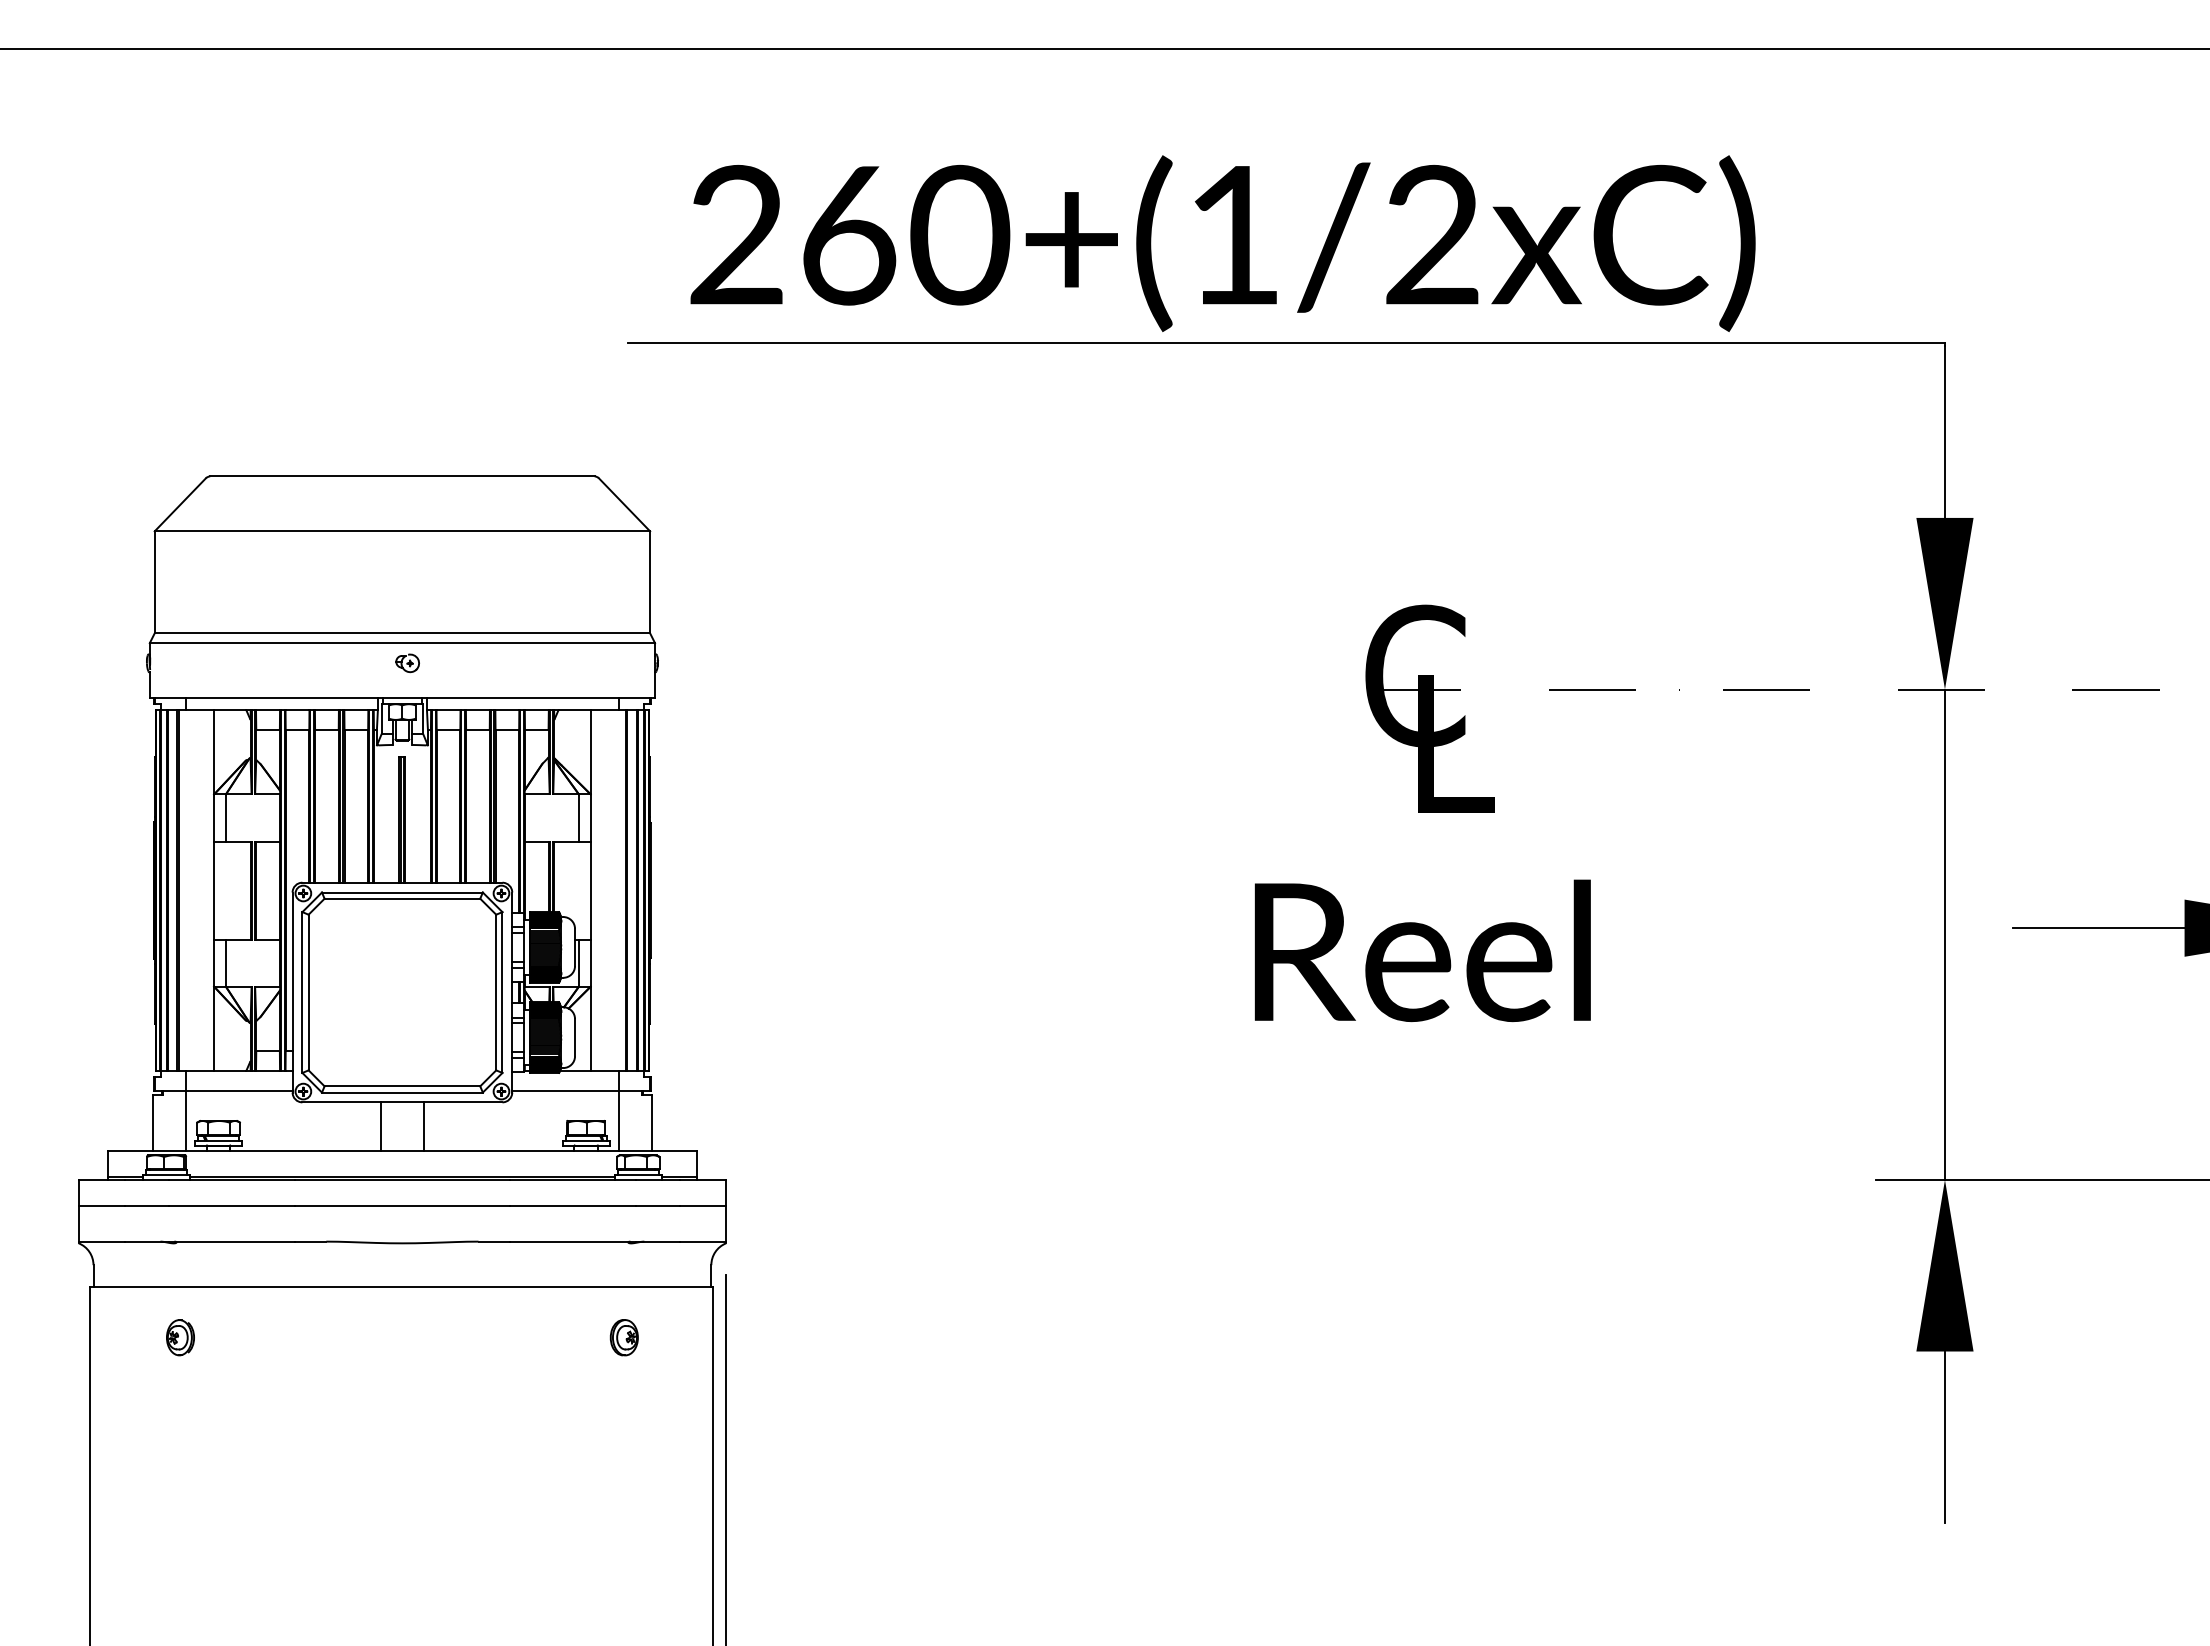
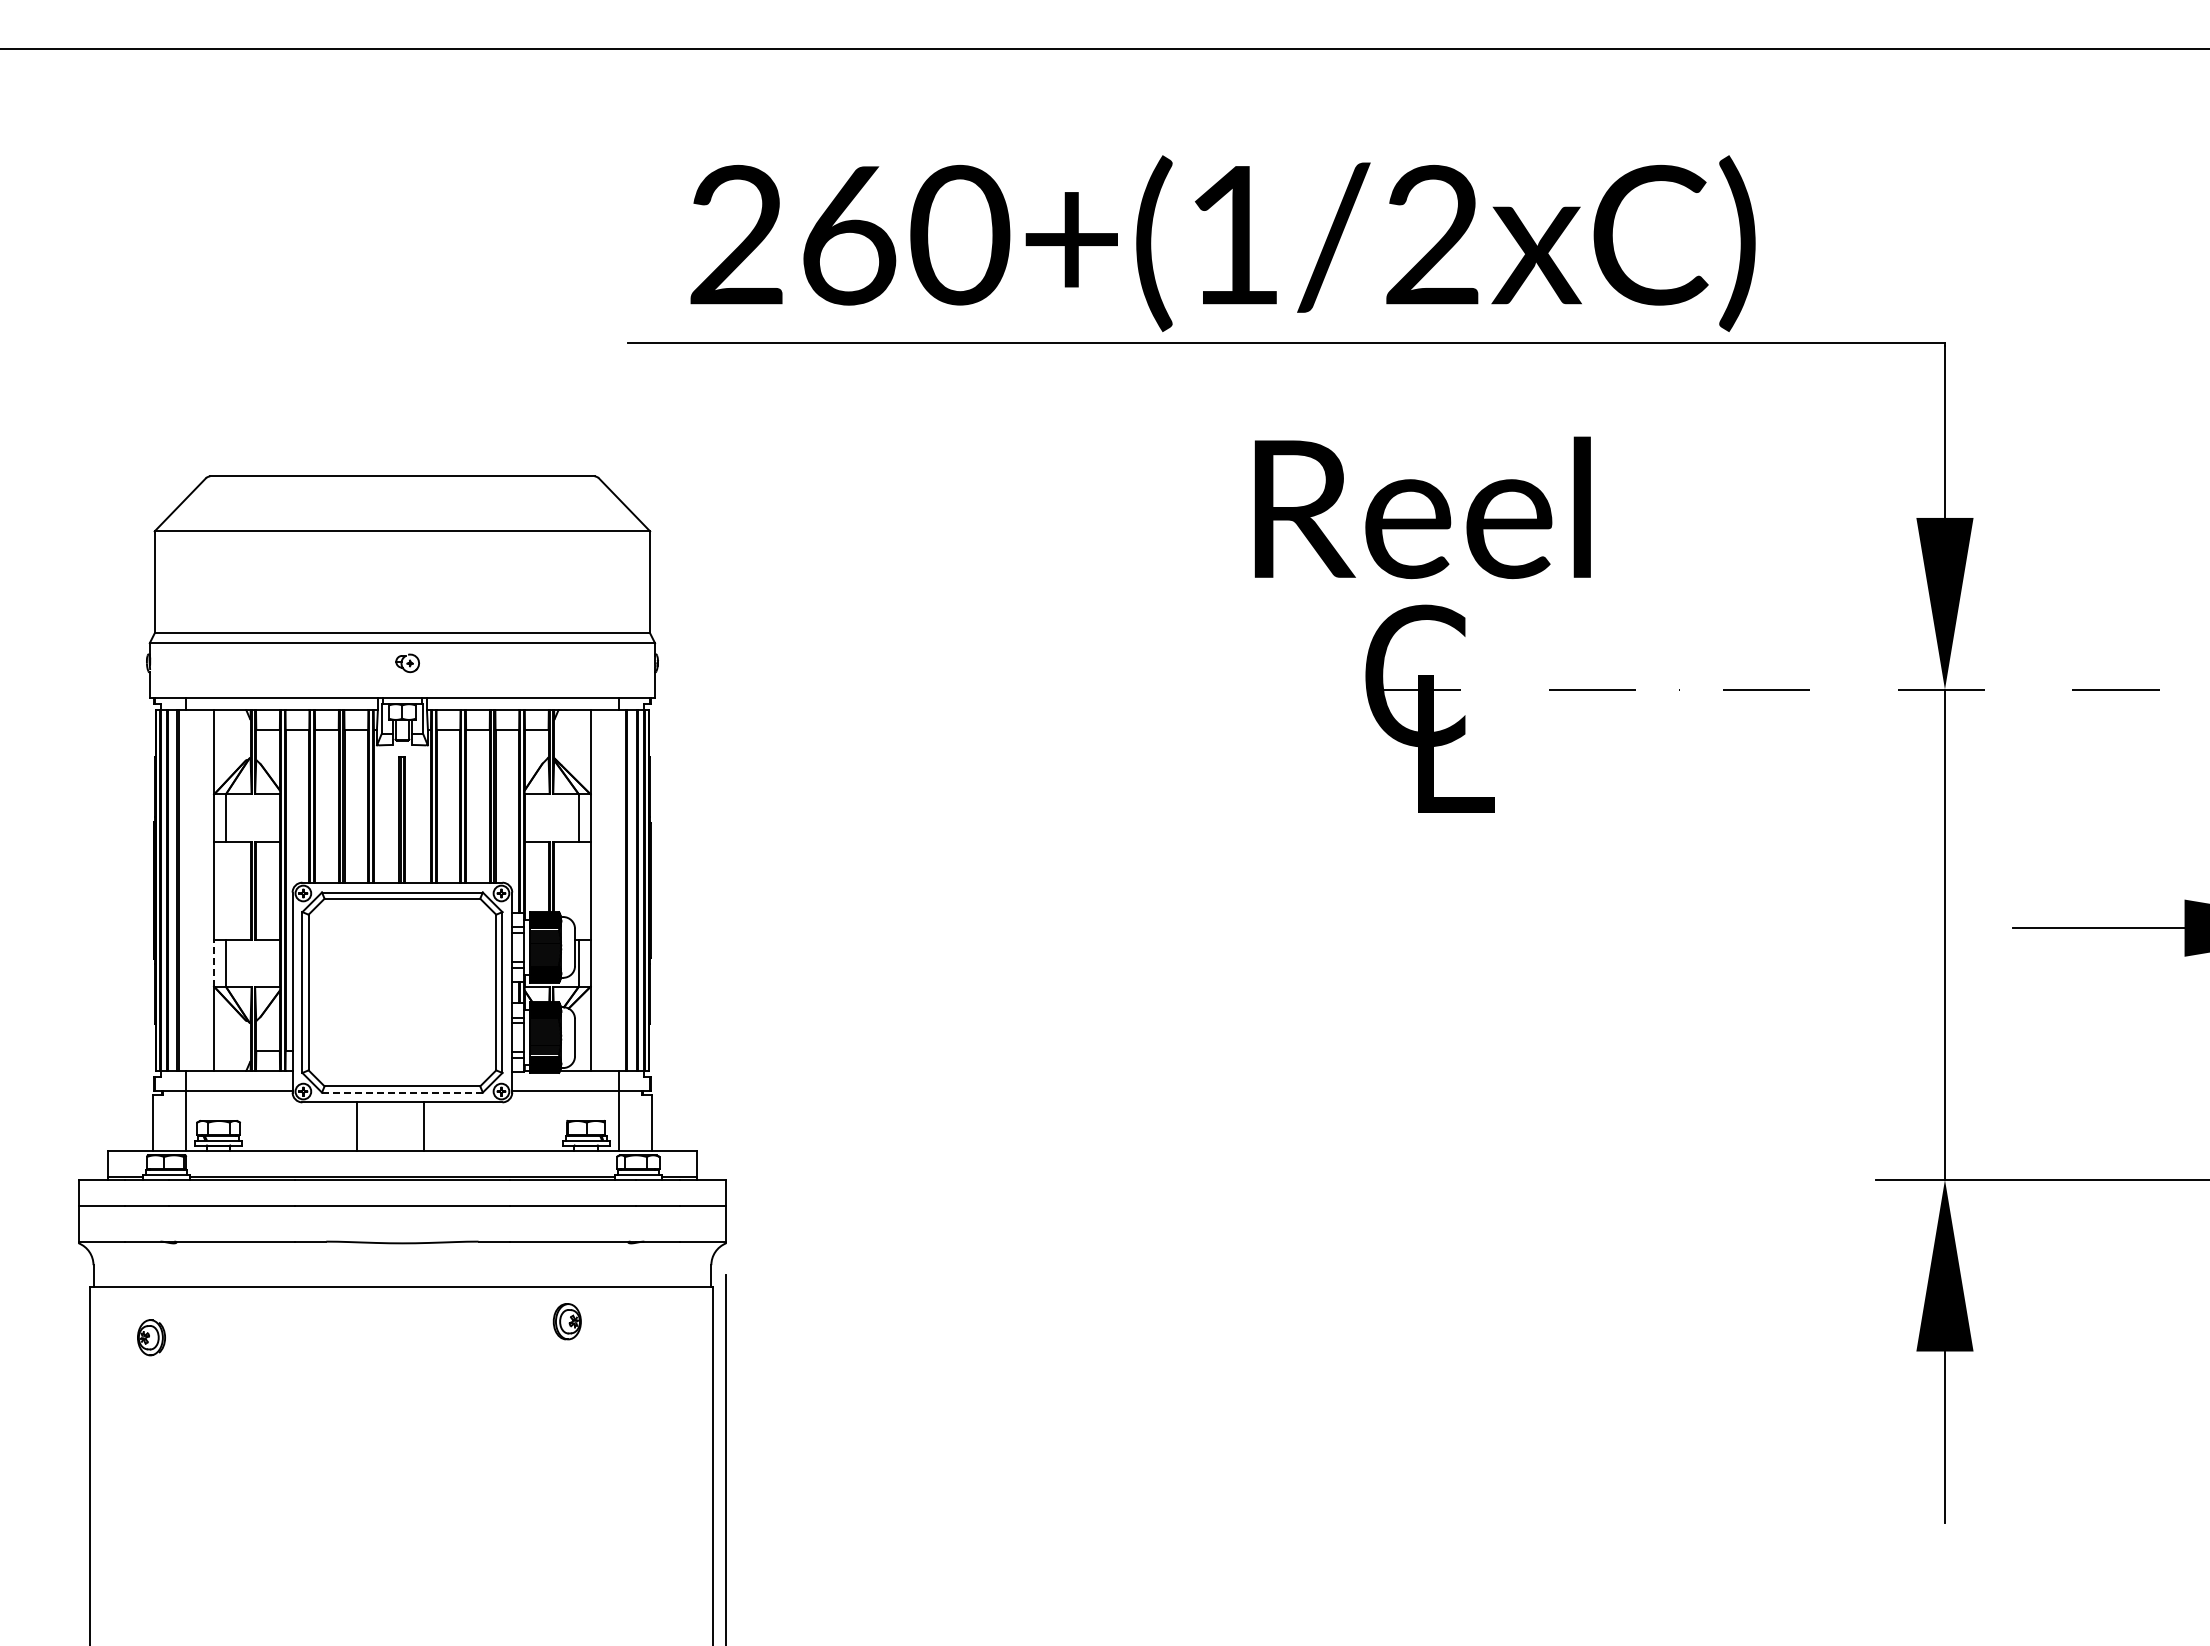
text at (1422, 950) position: (1422, 950) -> (1422, 507)
line at (214, 963): solid -> dashed
line at (402, 1092): solid -> dashed
line at (380, 1126) position: (380, 1126) -> (356, 1126)
part at (180, 1337) position: (180, 1337) -> (151, 1337)
part at (623, 1337) position: (623, 1337) -> (566, 1321)
